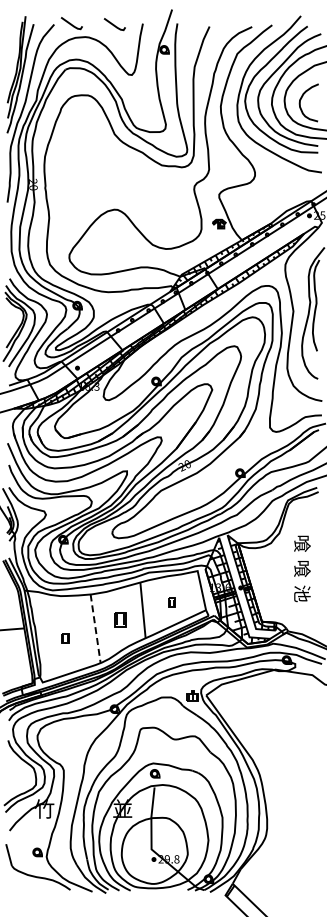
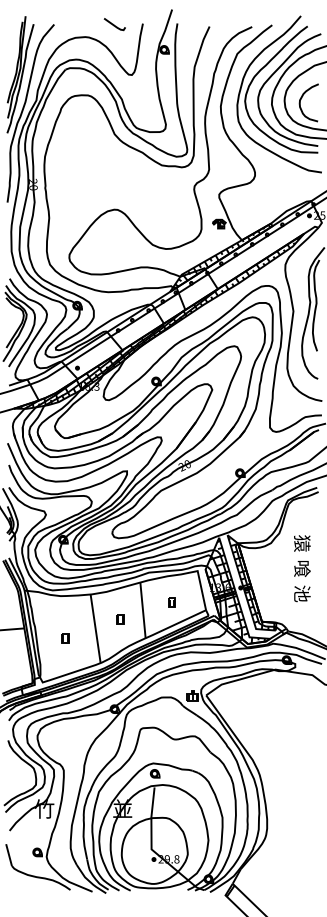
line at (71, 23): present -> none
text at (302, 543): 喰 -> 猿
part at (120, 619) size: 13x16 px -> 9x11 px
line at (95, 628): dashed -> solid
